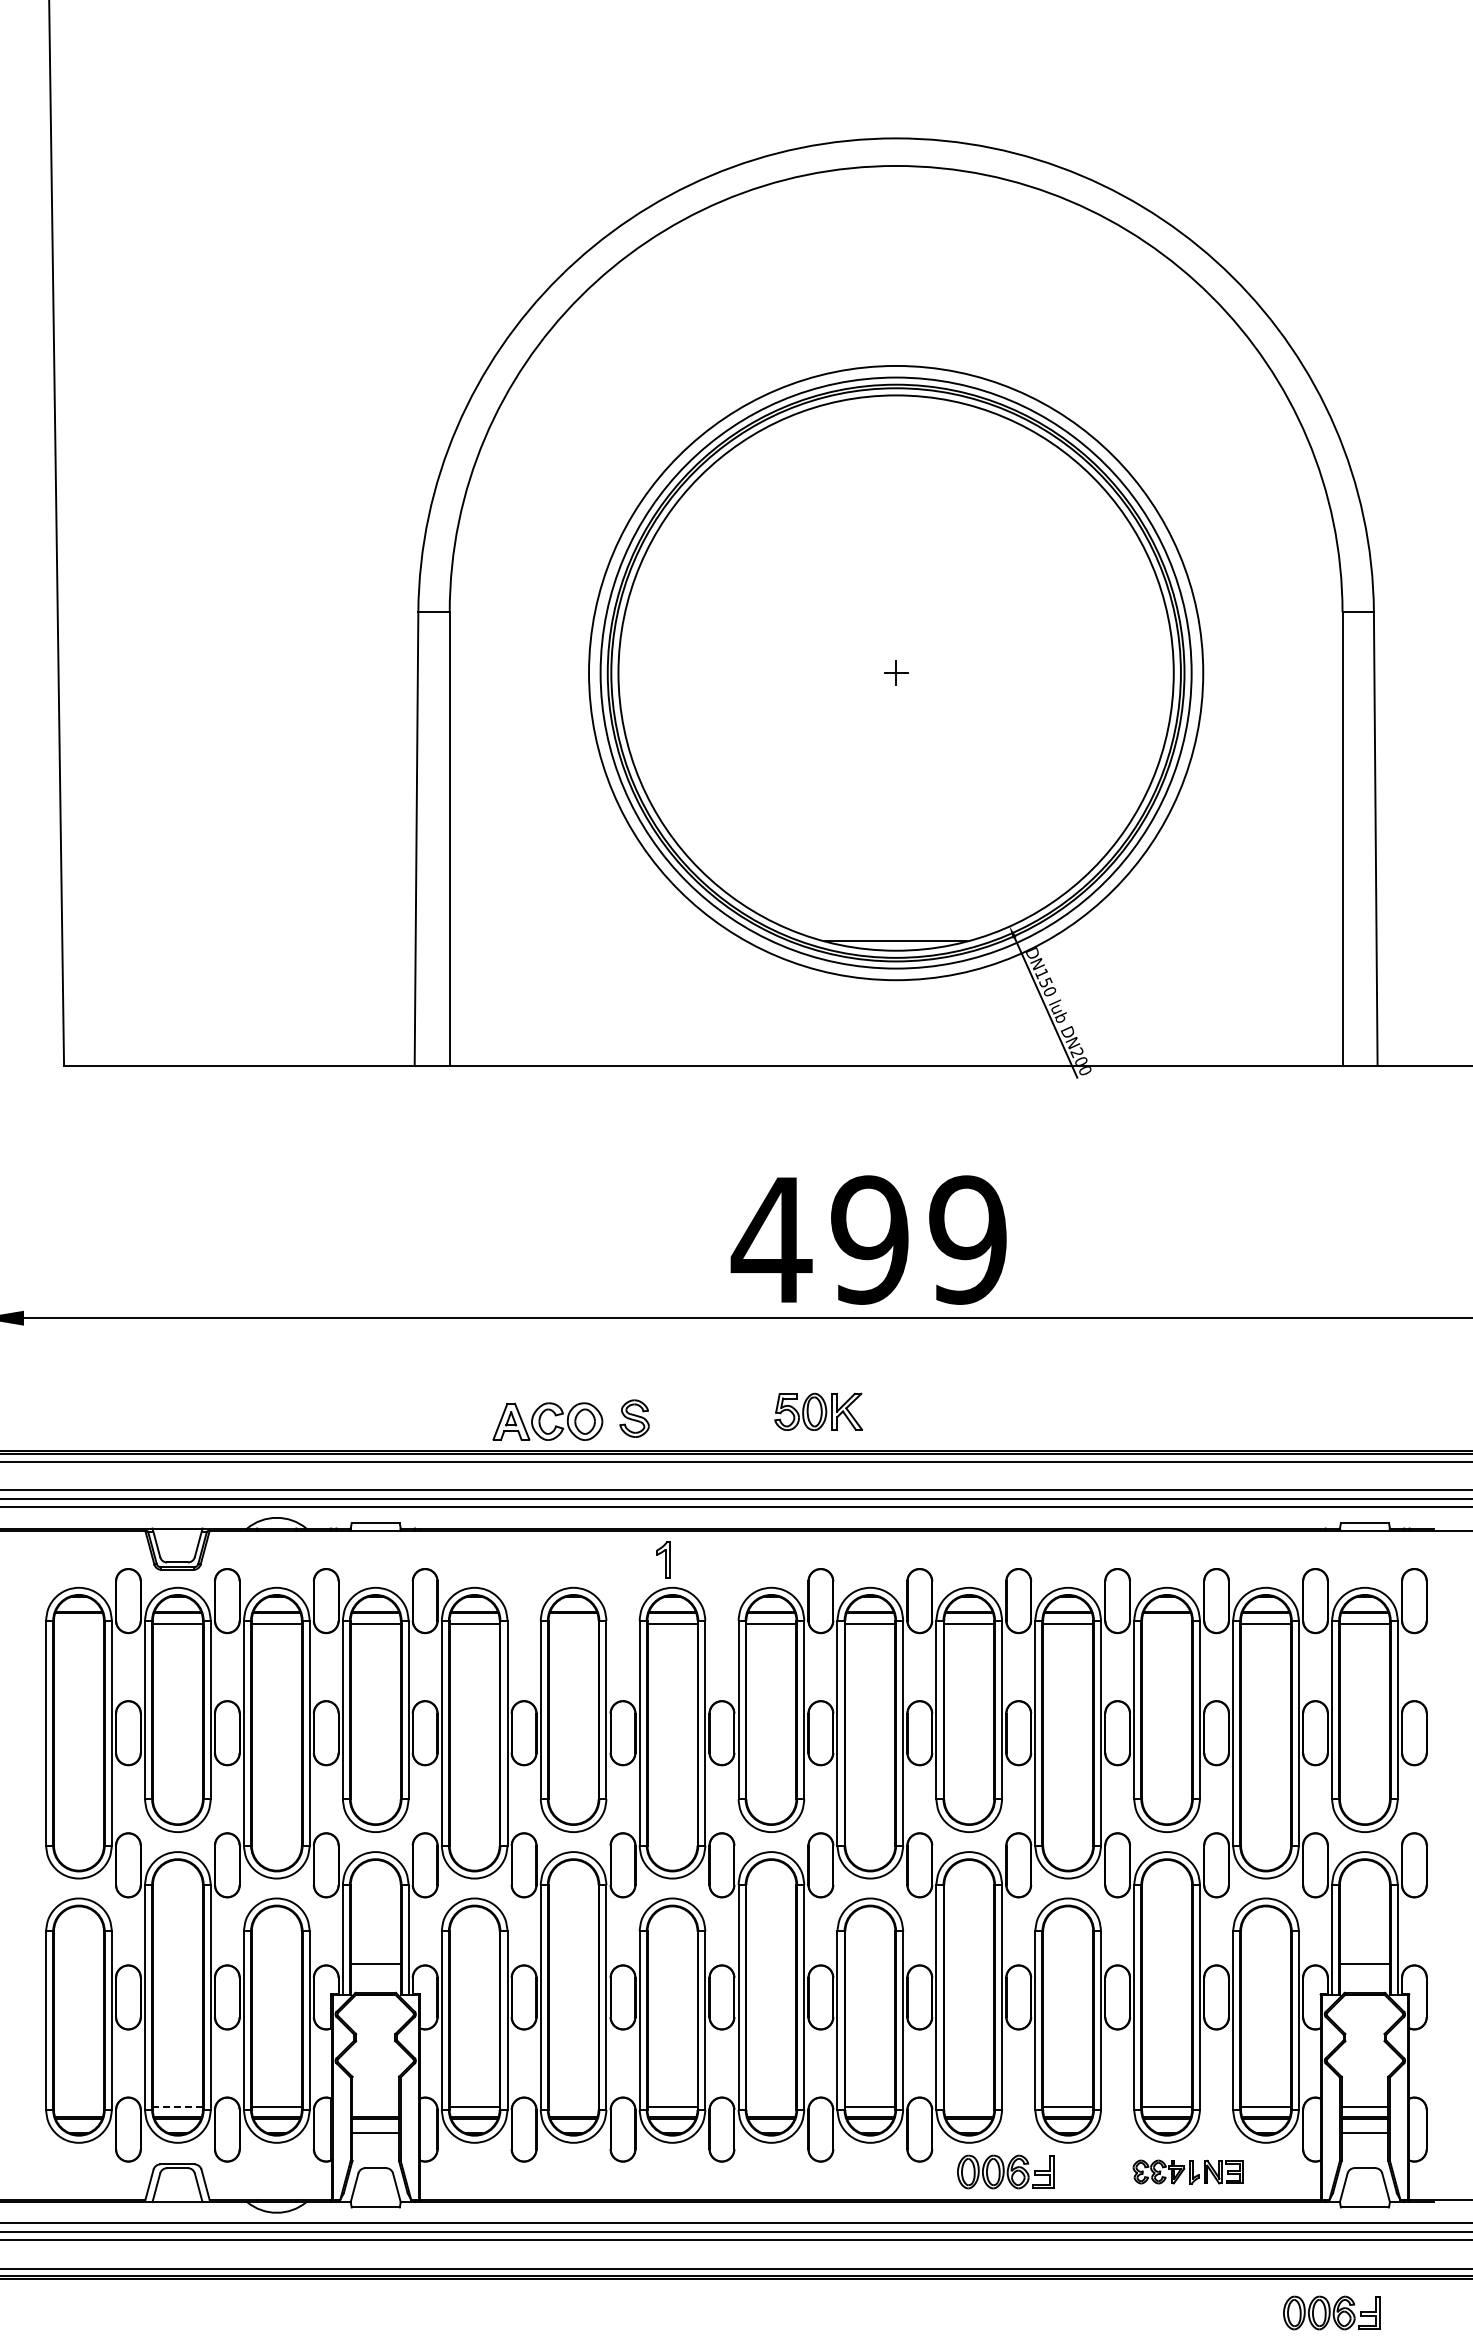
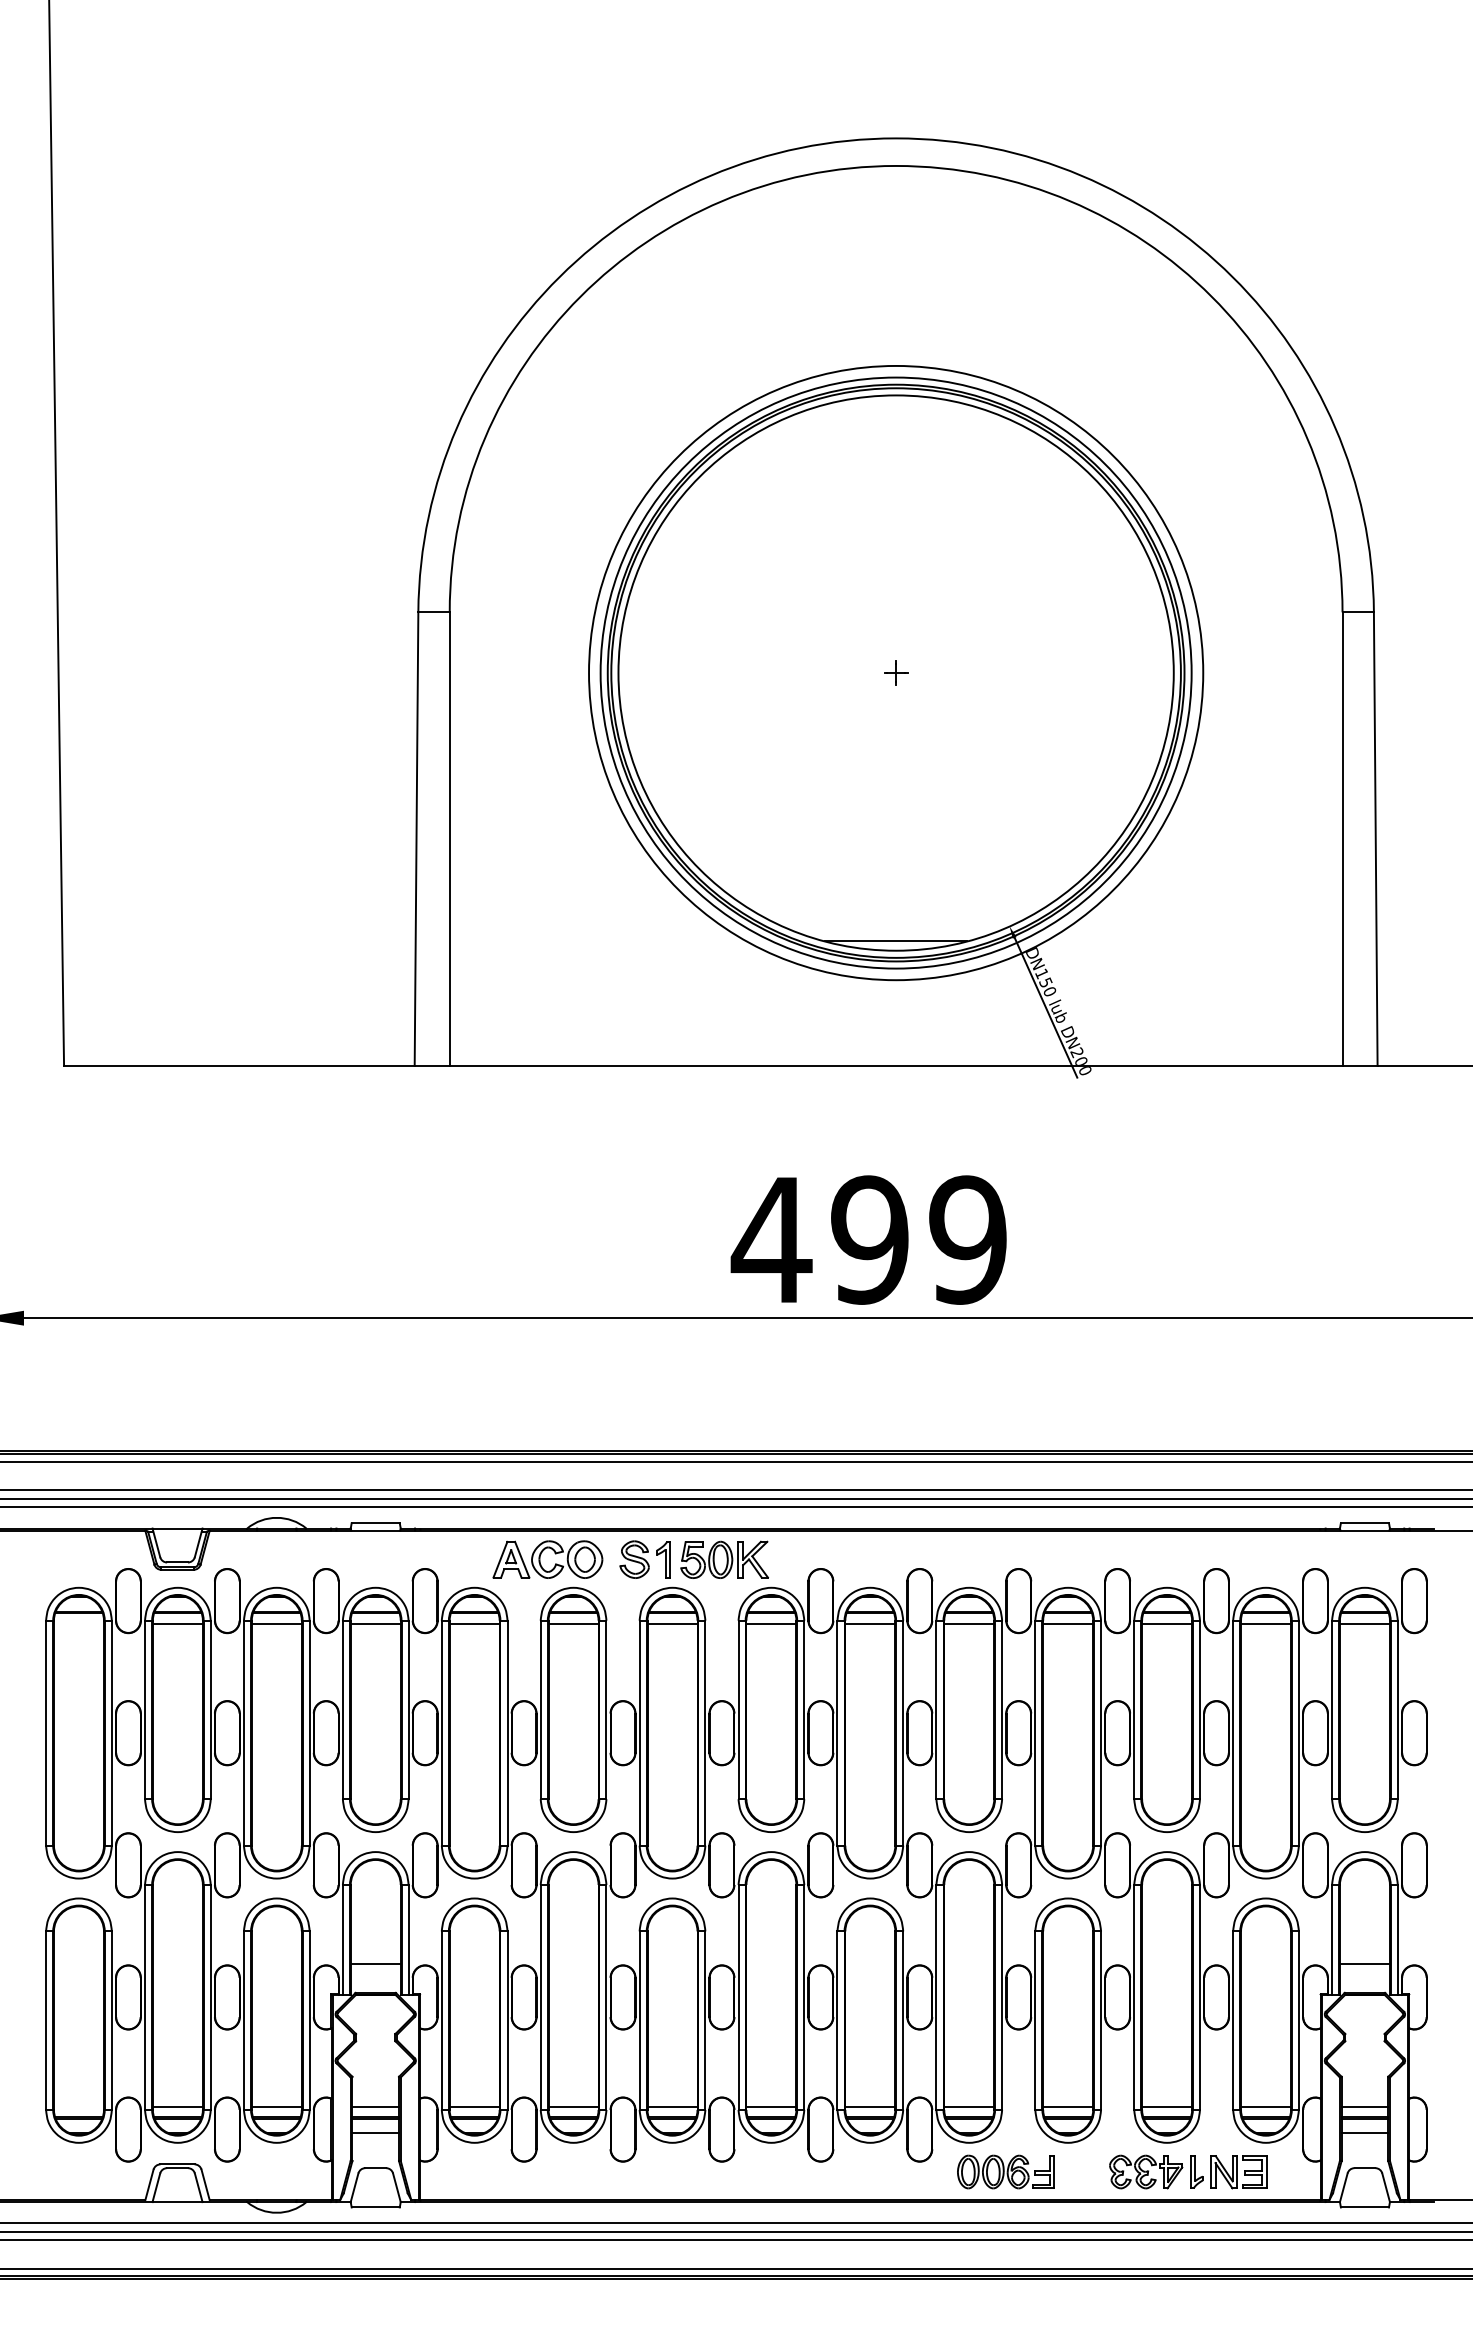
part at (818, 1411) position: (818, 1411) -> (724, 1559)
part at (634, 1418) position: (634, 1418) -> (634, 1559)
part at (540, 1421) position: (540, 1421) -> (540, 1559)
line at (573, 1624): none -> present
line at (1167, 1624): none -> present
line at (177, 2106): dashed -> solid
line at (375, 2106): none -> present
line at (573, 2106): none -> present
line at (771, 2106): none -> present
line at (969, 2106): none -> present
part at (1187, 2171) size: 112x26 px -> 159x36 px
part at (1331, 2312): present -> none
